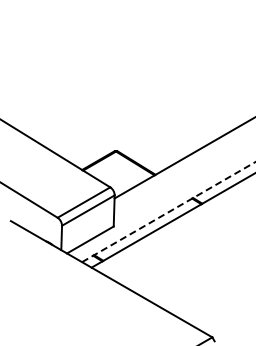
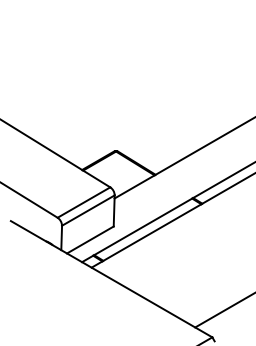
line at (168, 212): dashed -> solid
line at (223, 310): none -> present
